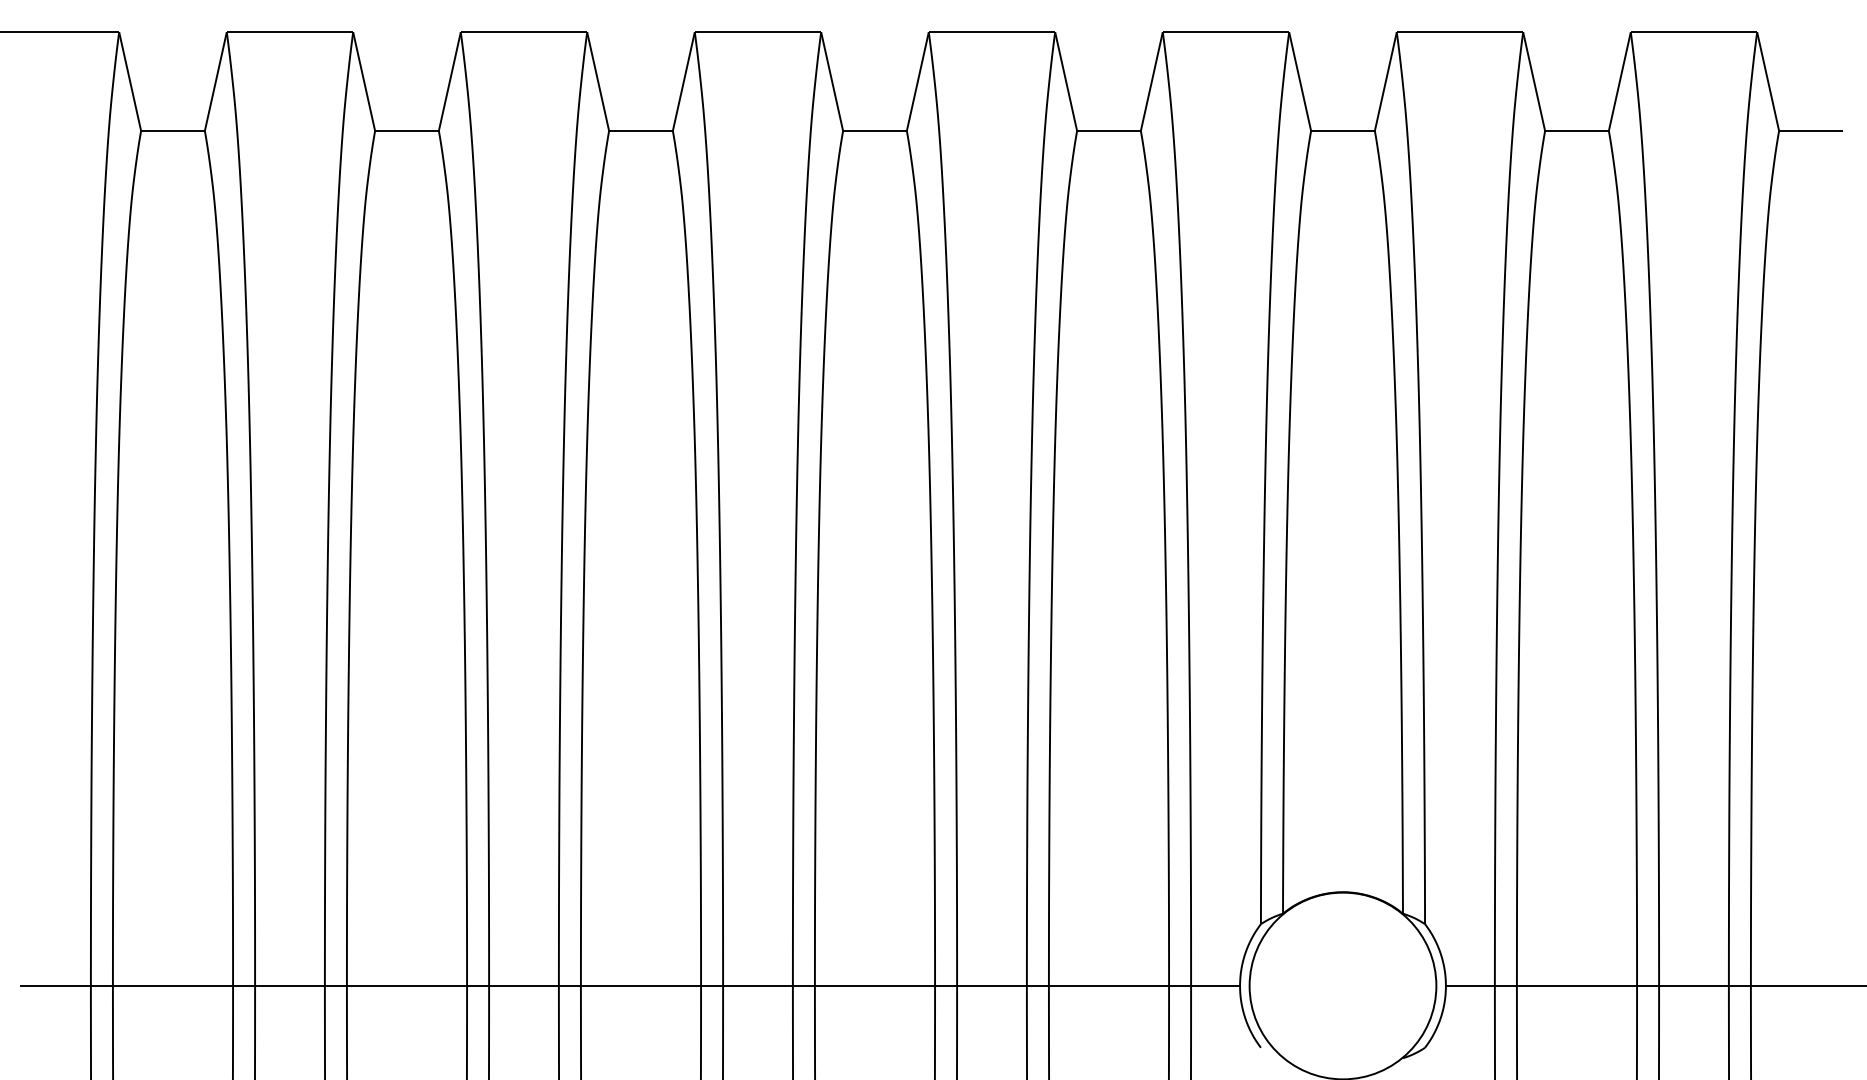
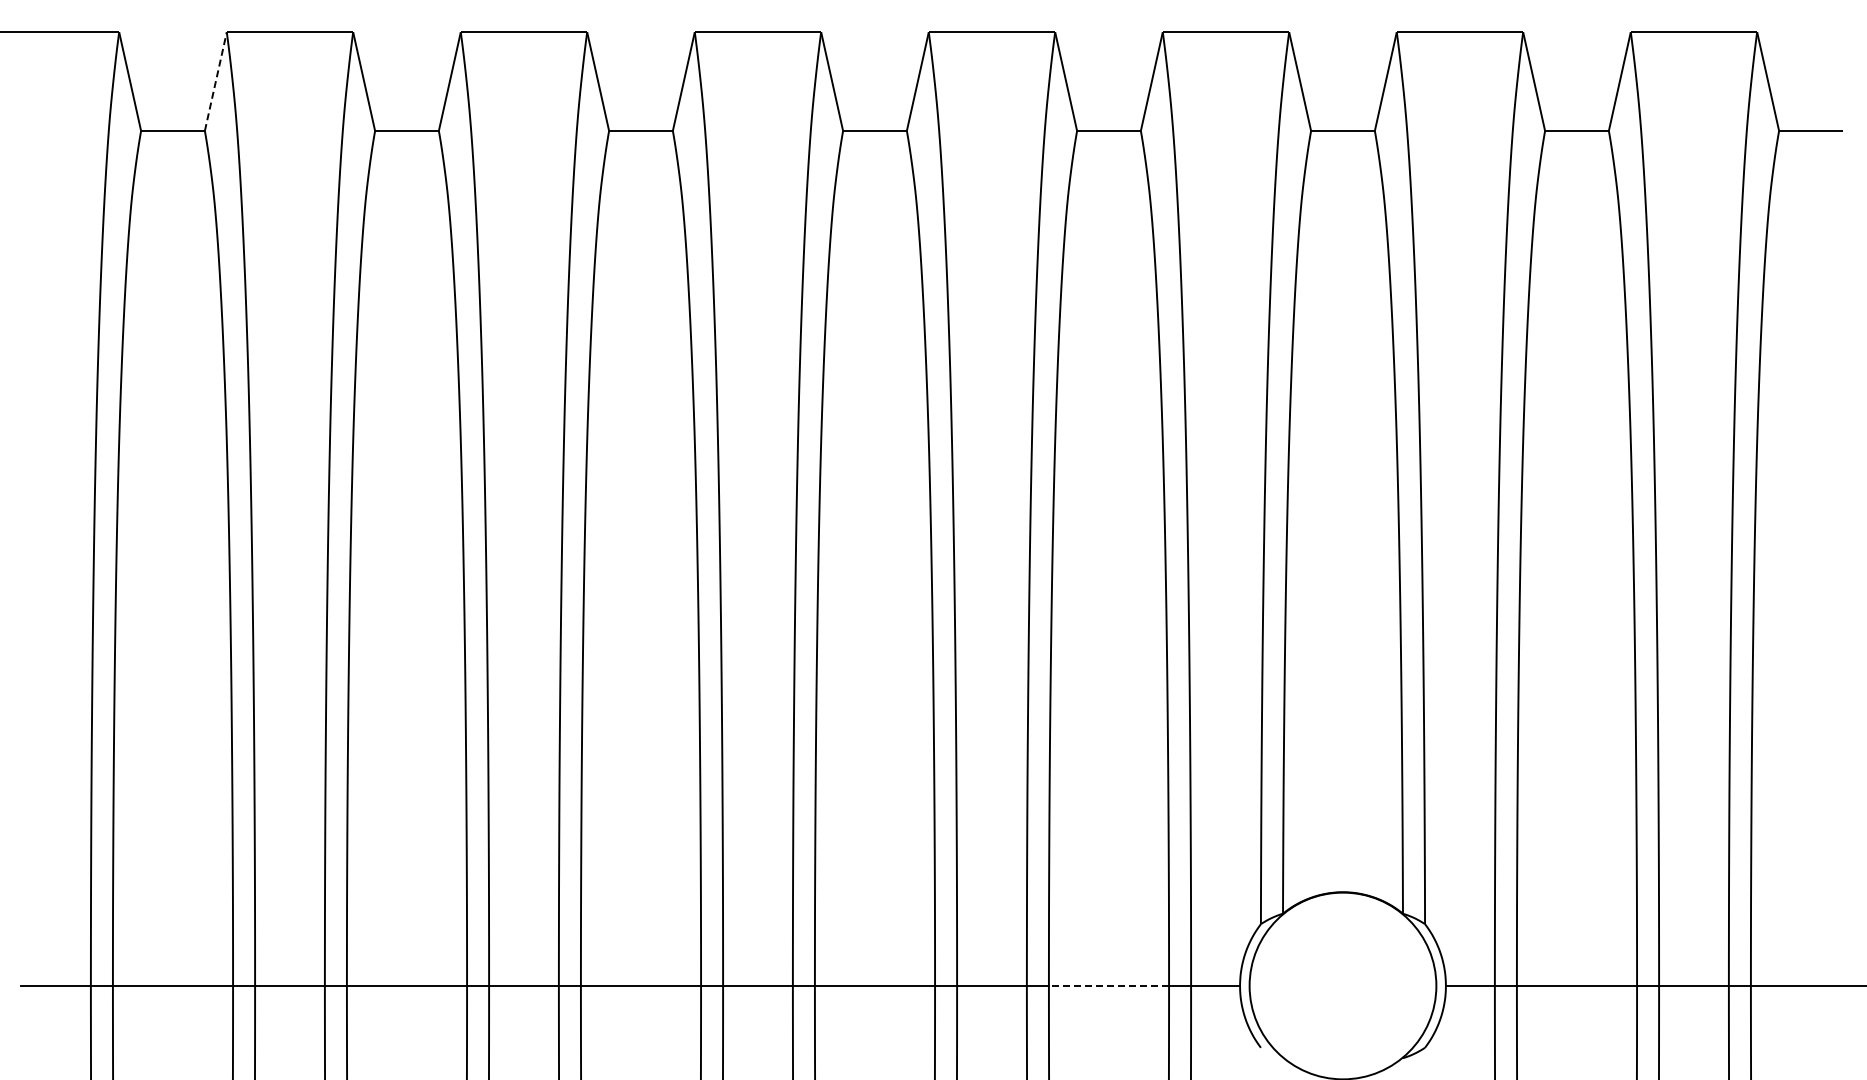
line at (215, 81): solid -> dashed
line at (1108, 985): solid -> dashed
